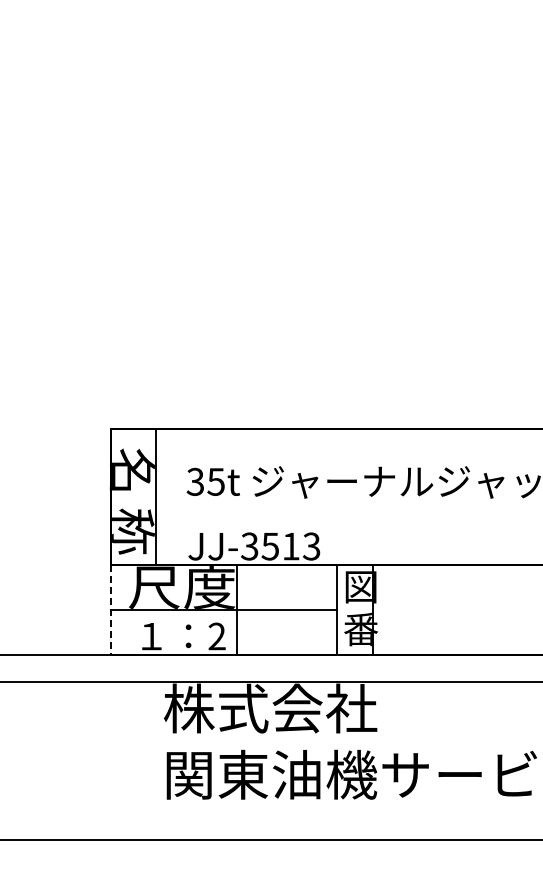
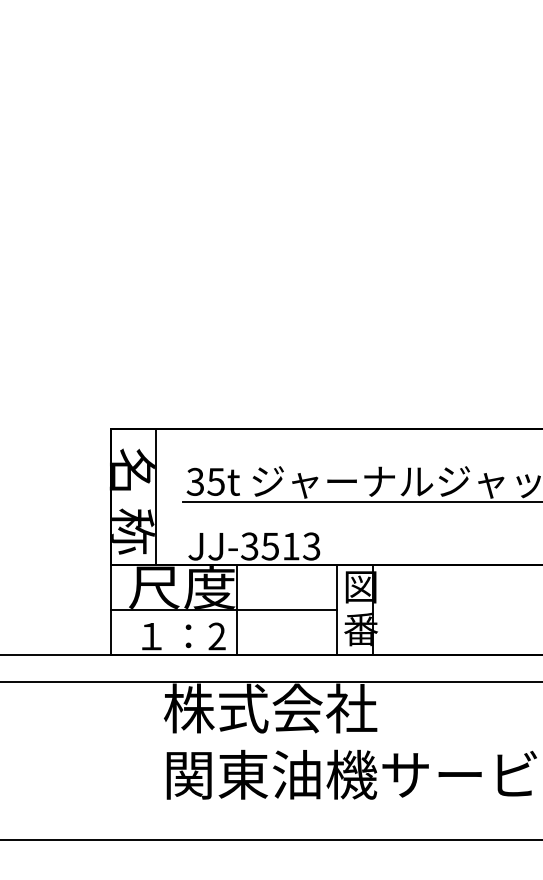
line at (361, 502): none -> present
line at (110, 610): dashed -> solid
